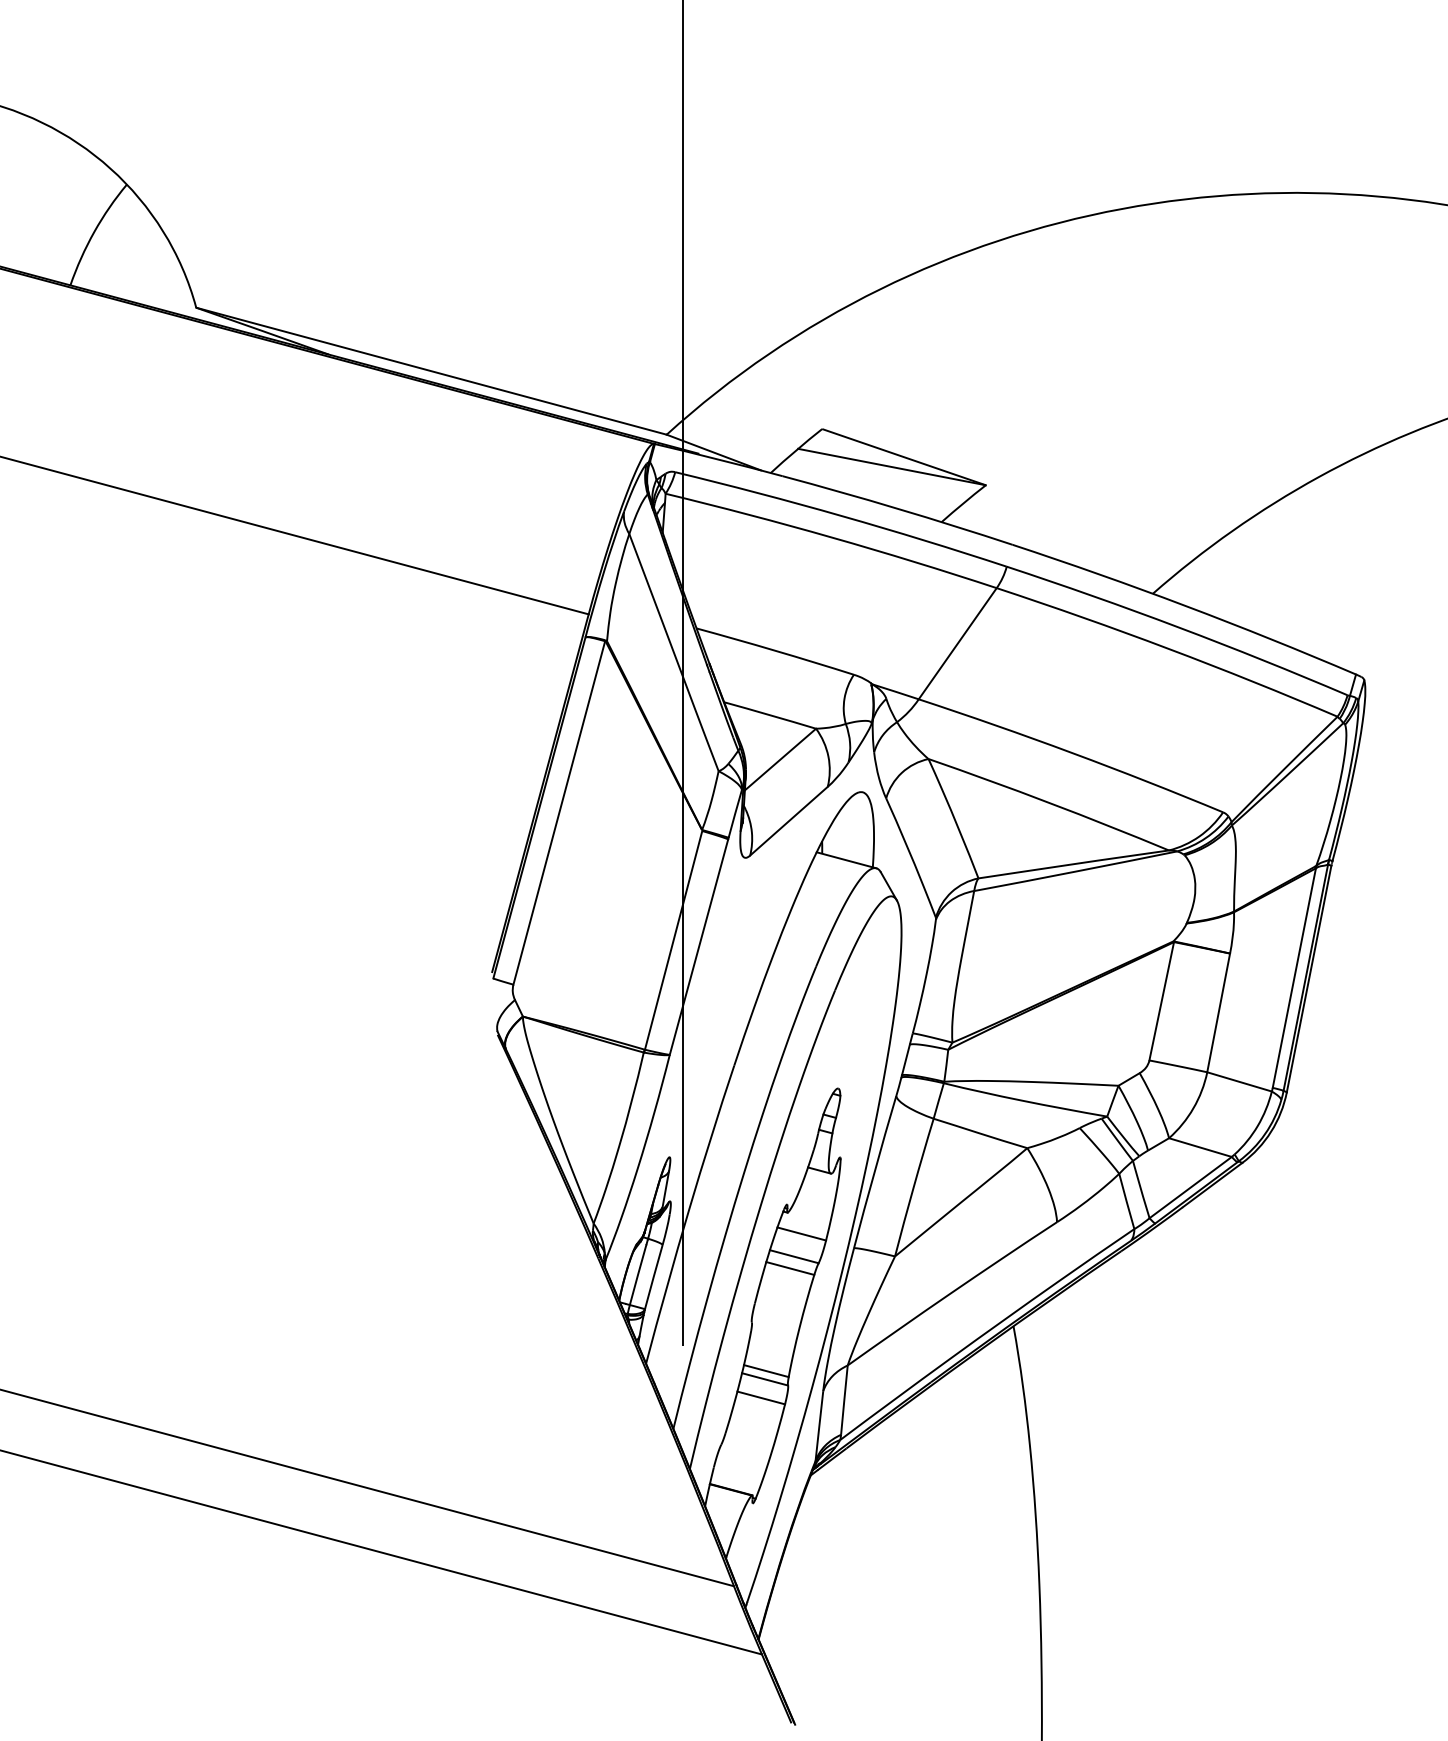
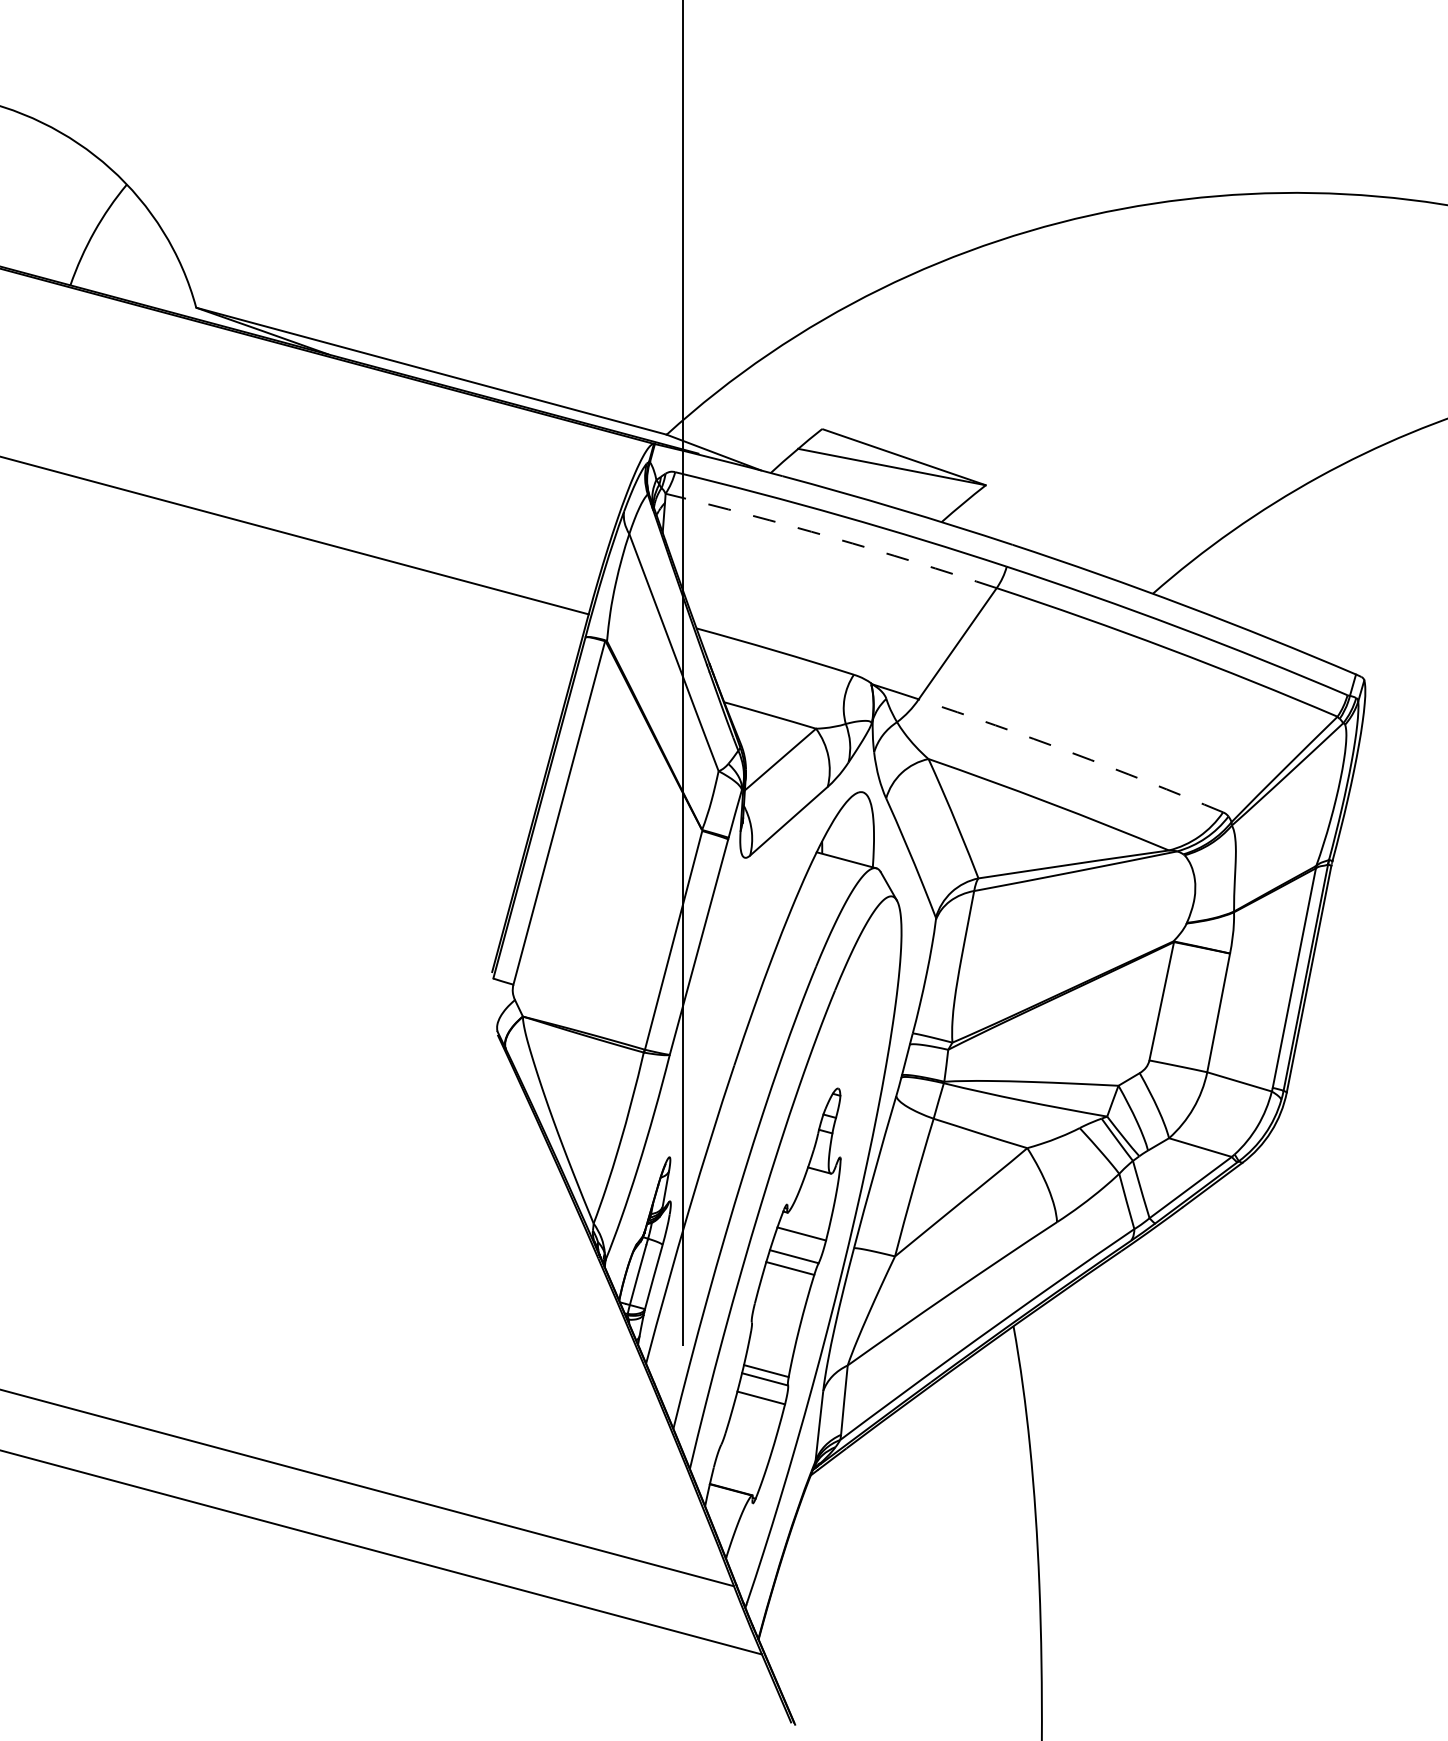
arc at (832, 537): solid -> dashed
arc at (1072, 752): solid -> dashed
